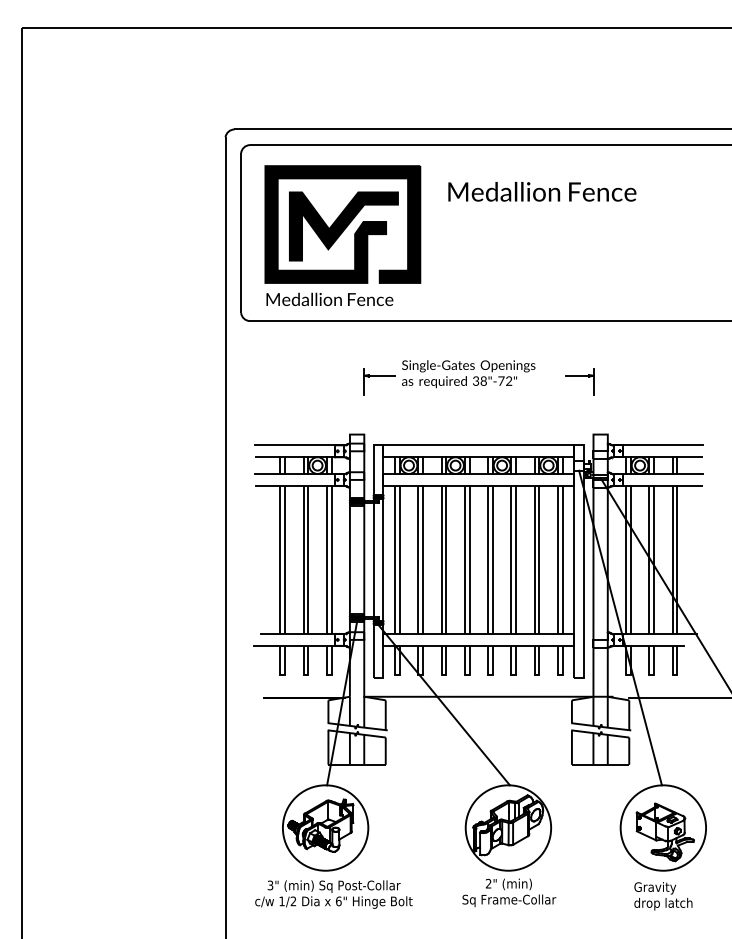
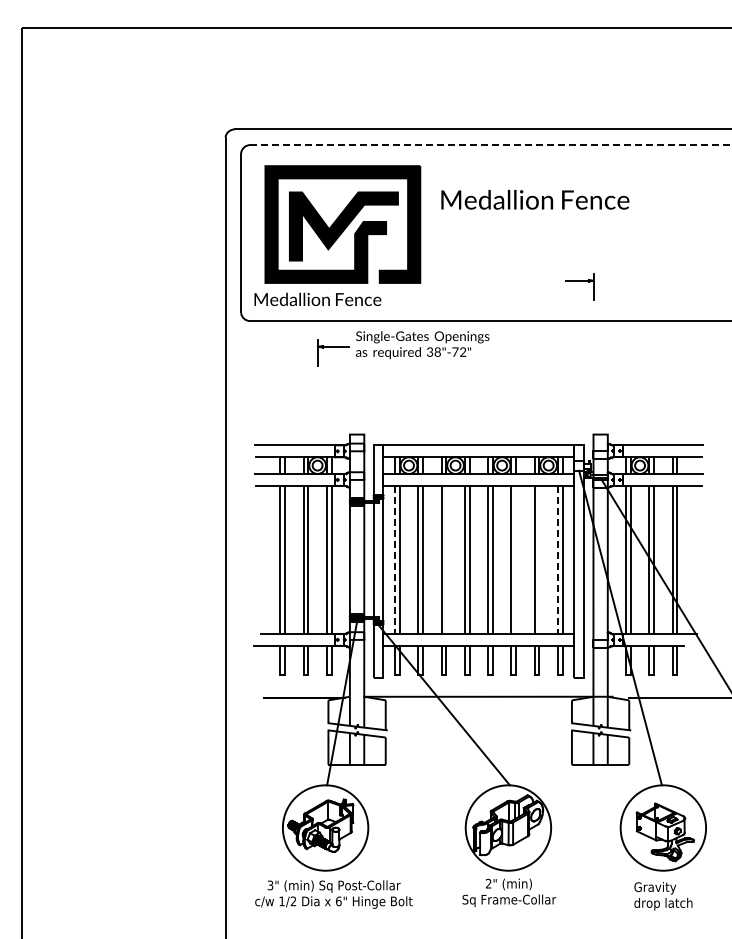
line at (490, 145): solid -> dashed
text at (542, 191) position: (542, 191) -> (535, 199)
text at (329, 299) position: (329, 299) -> (317, 299)
part at (449, 377) position: (449, 377) -> (403, 348)
part at (579, 381) position: (579, 381) -> (579, 286)
line at (446, 559): present -> none
line at (516, 559): present -> none
line at (539, 559): present -> none
line at (394, 560): solid -> dashed
line at (557, 560): solid -> dashed
